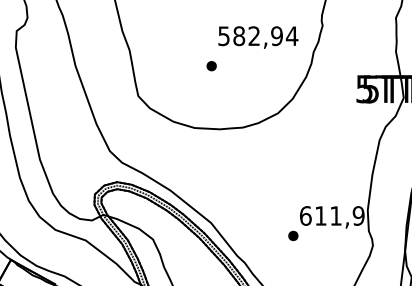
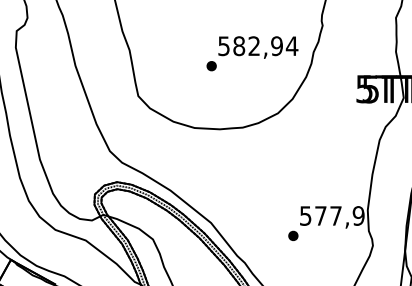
text at (258, 37) position: (258, 37) -> (258, 47)
text at (320, 215): 611,9 -> 577,9
